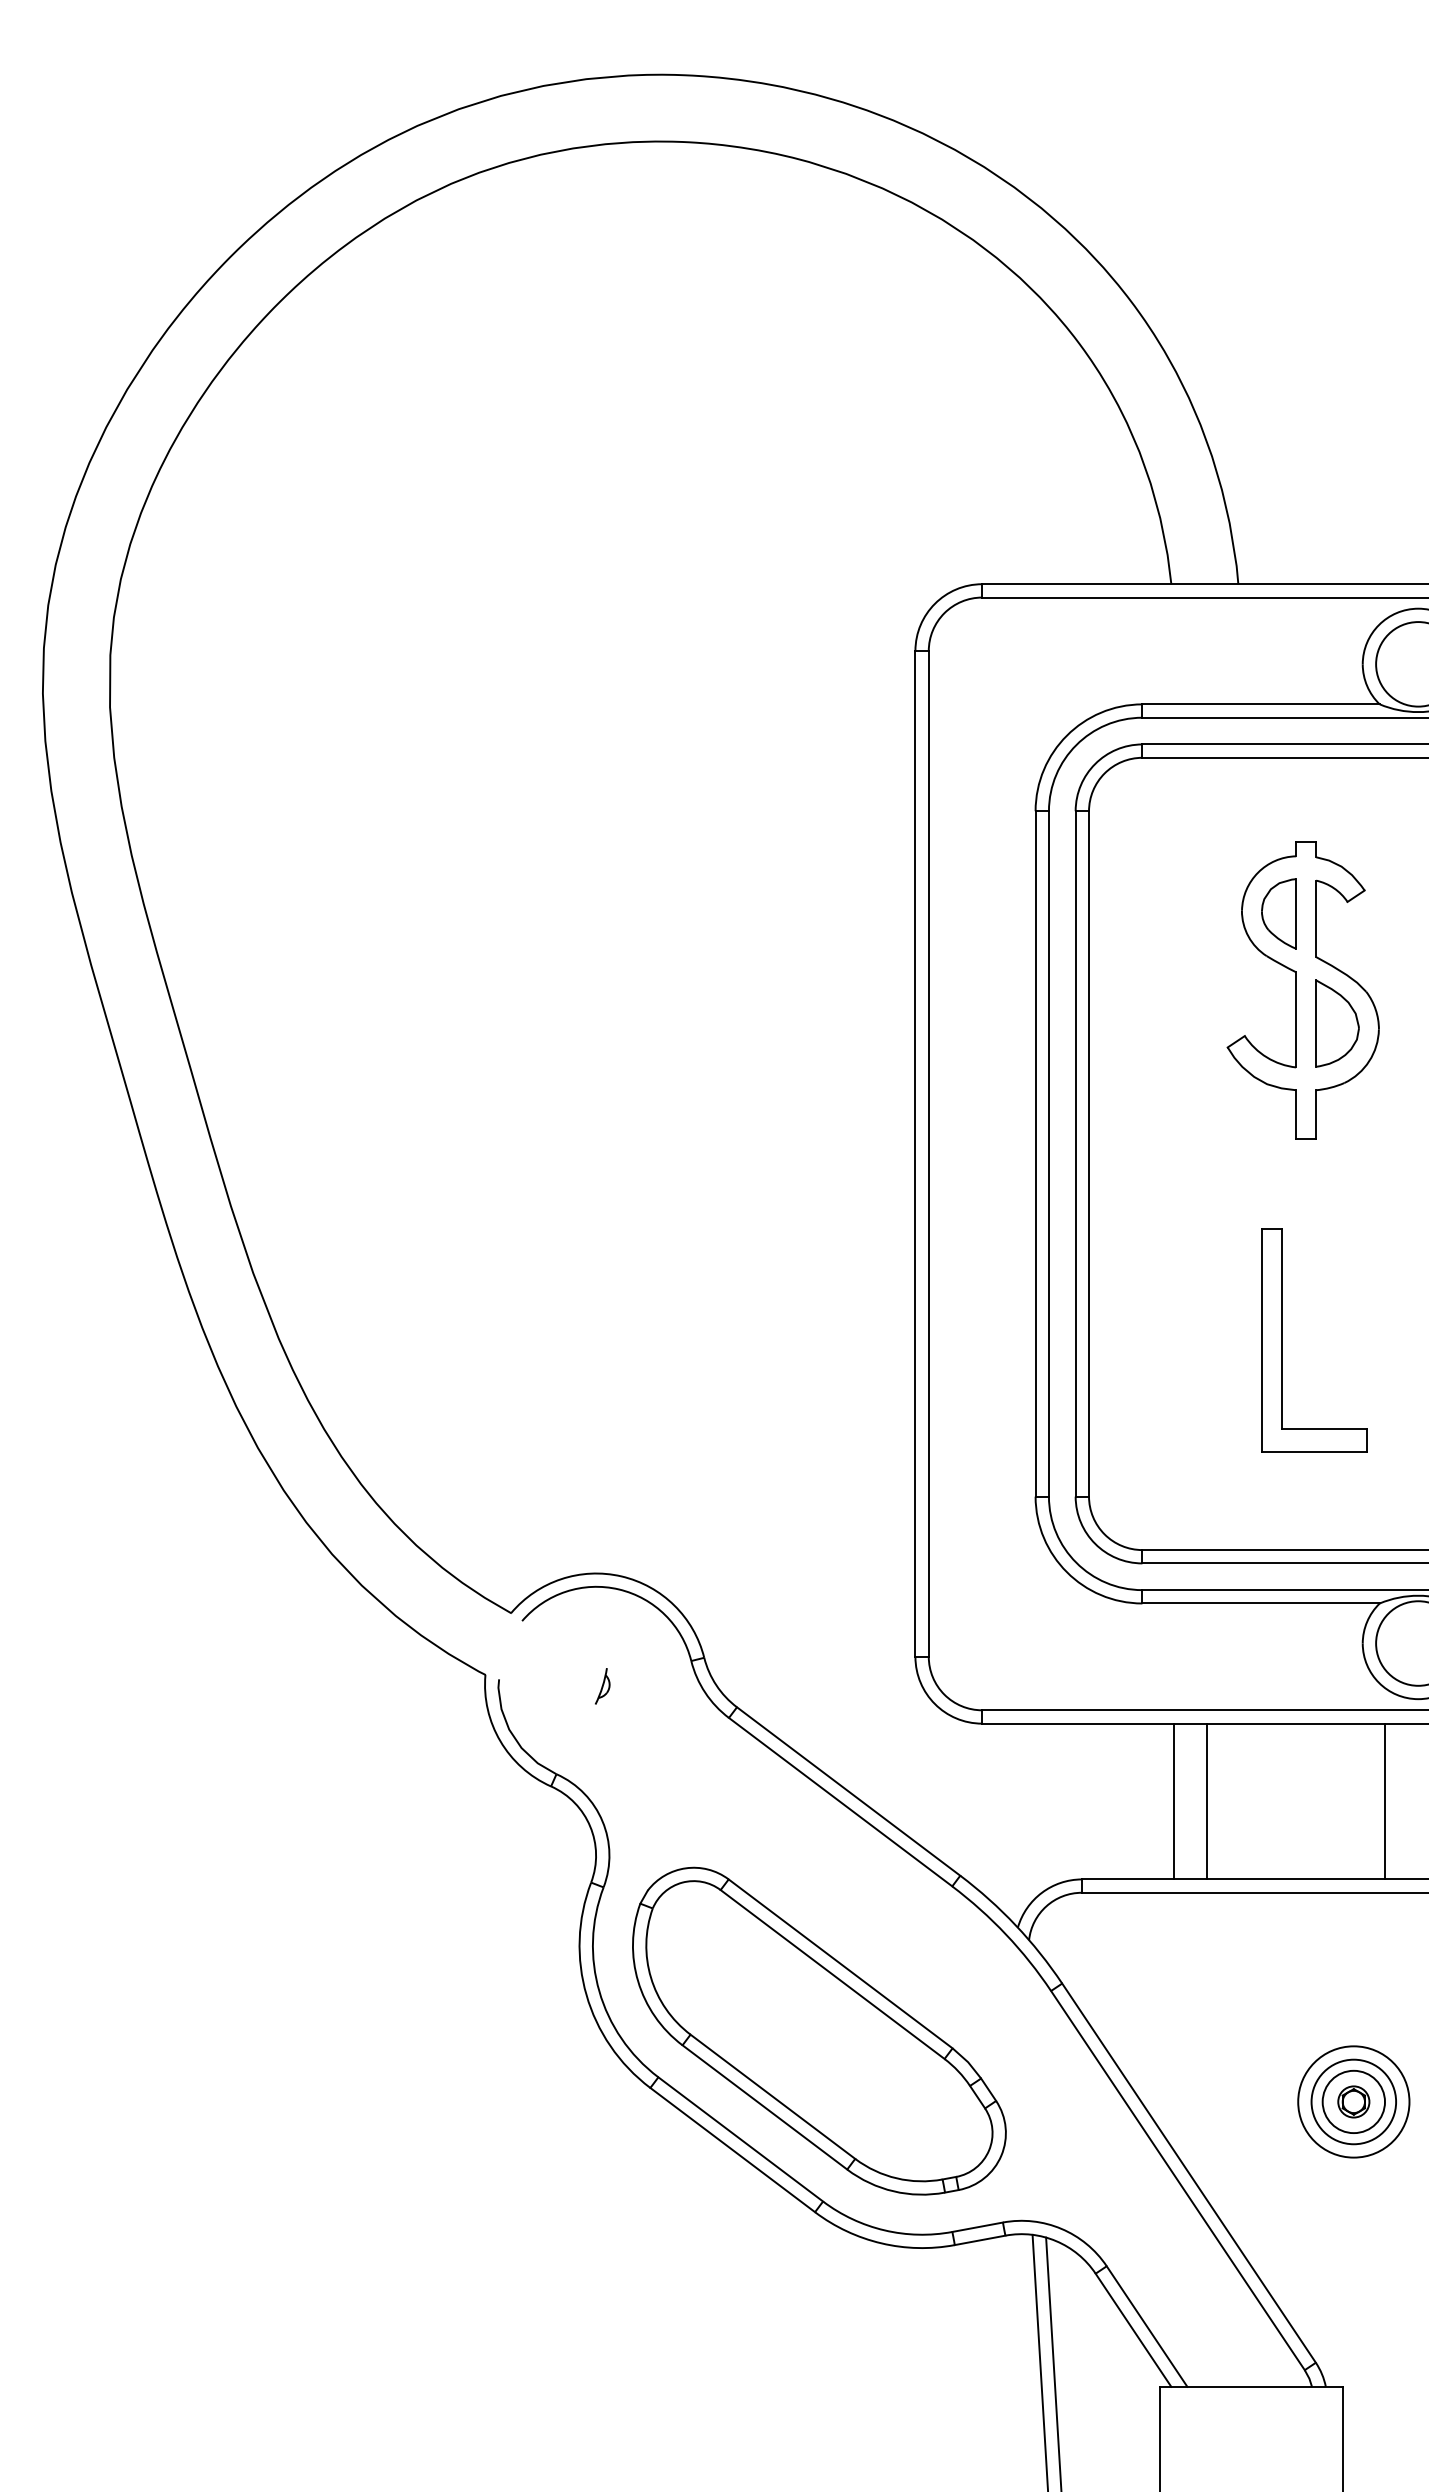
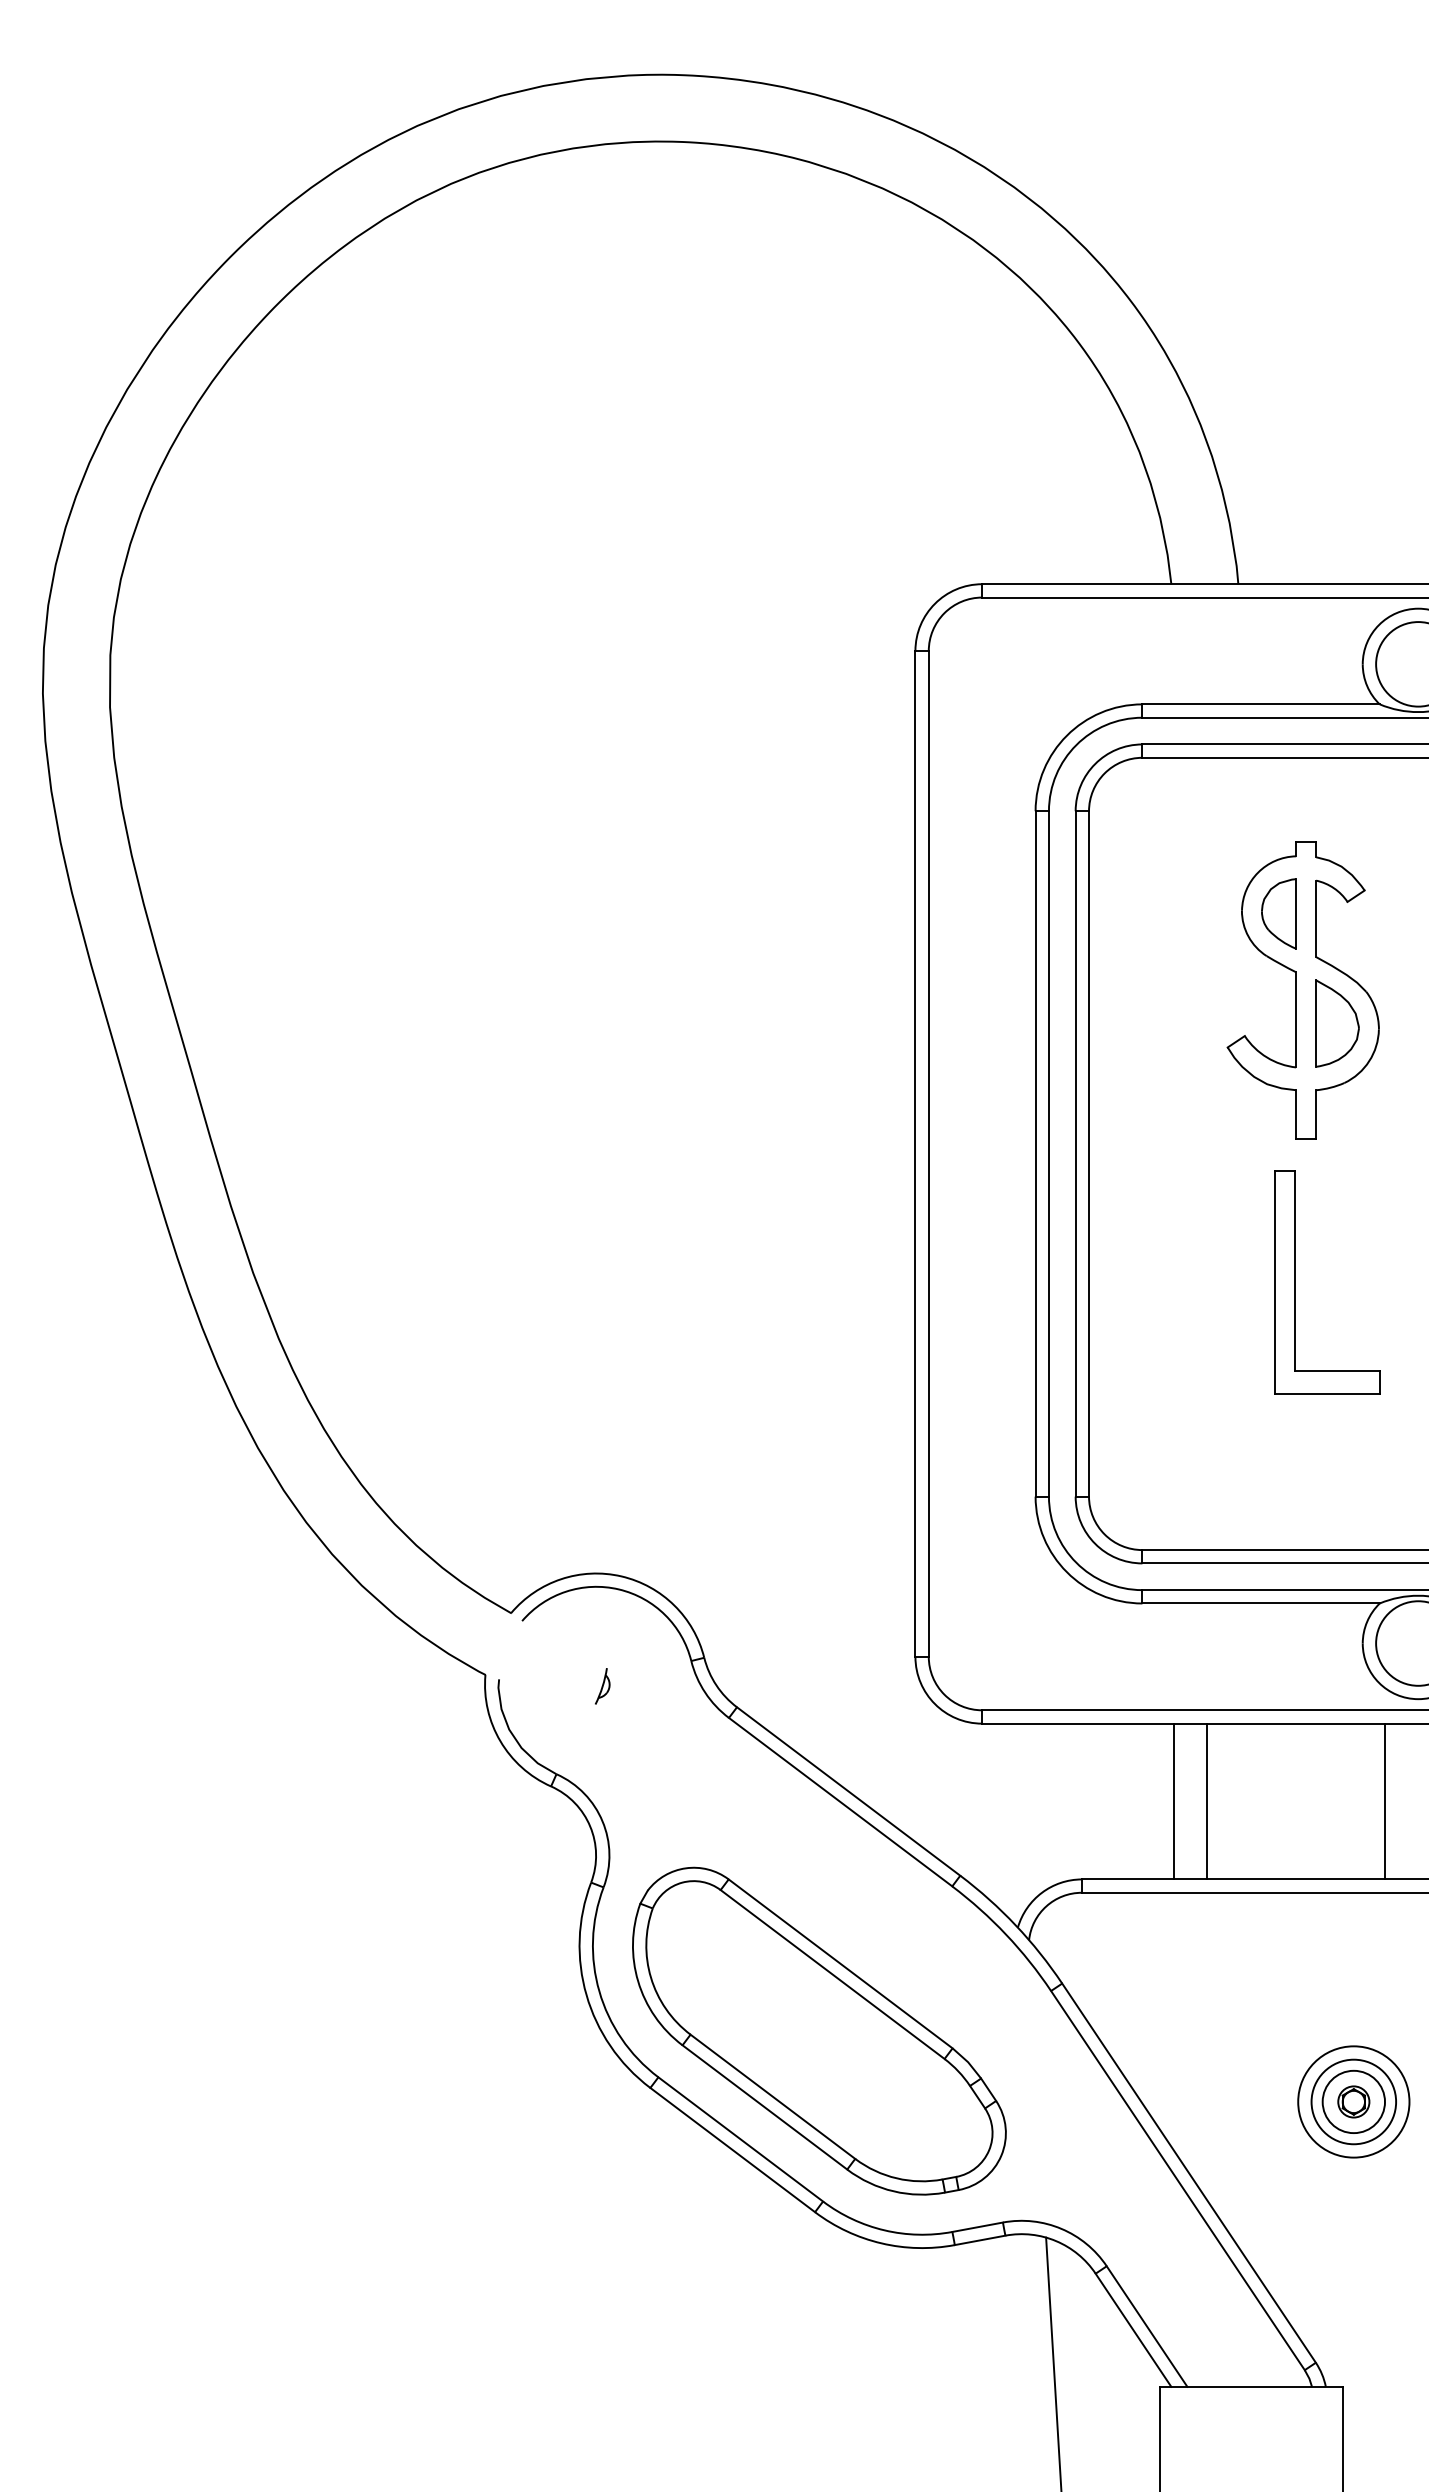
part at (1282, 1340) position: (1282, 1340) -> (1295, 1282)
line at (1039, 2361): present -> none
